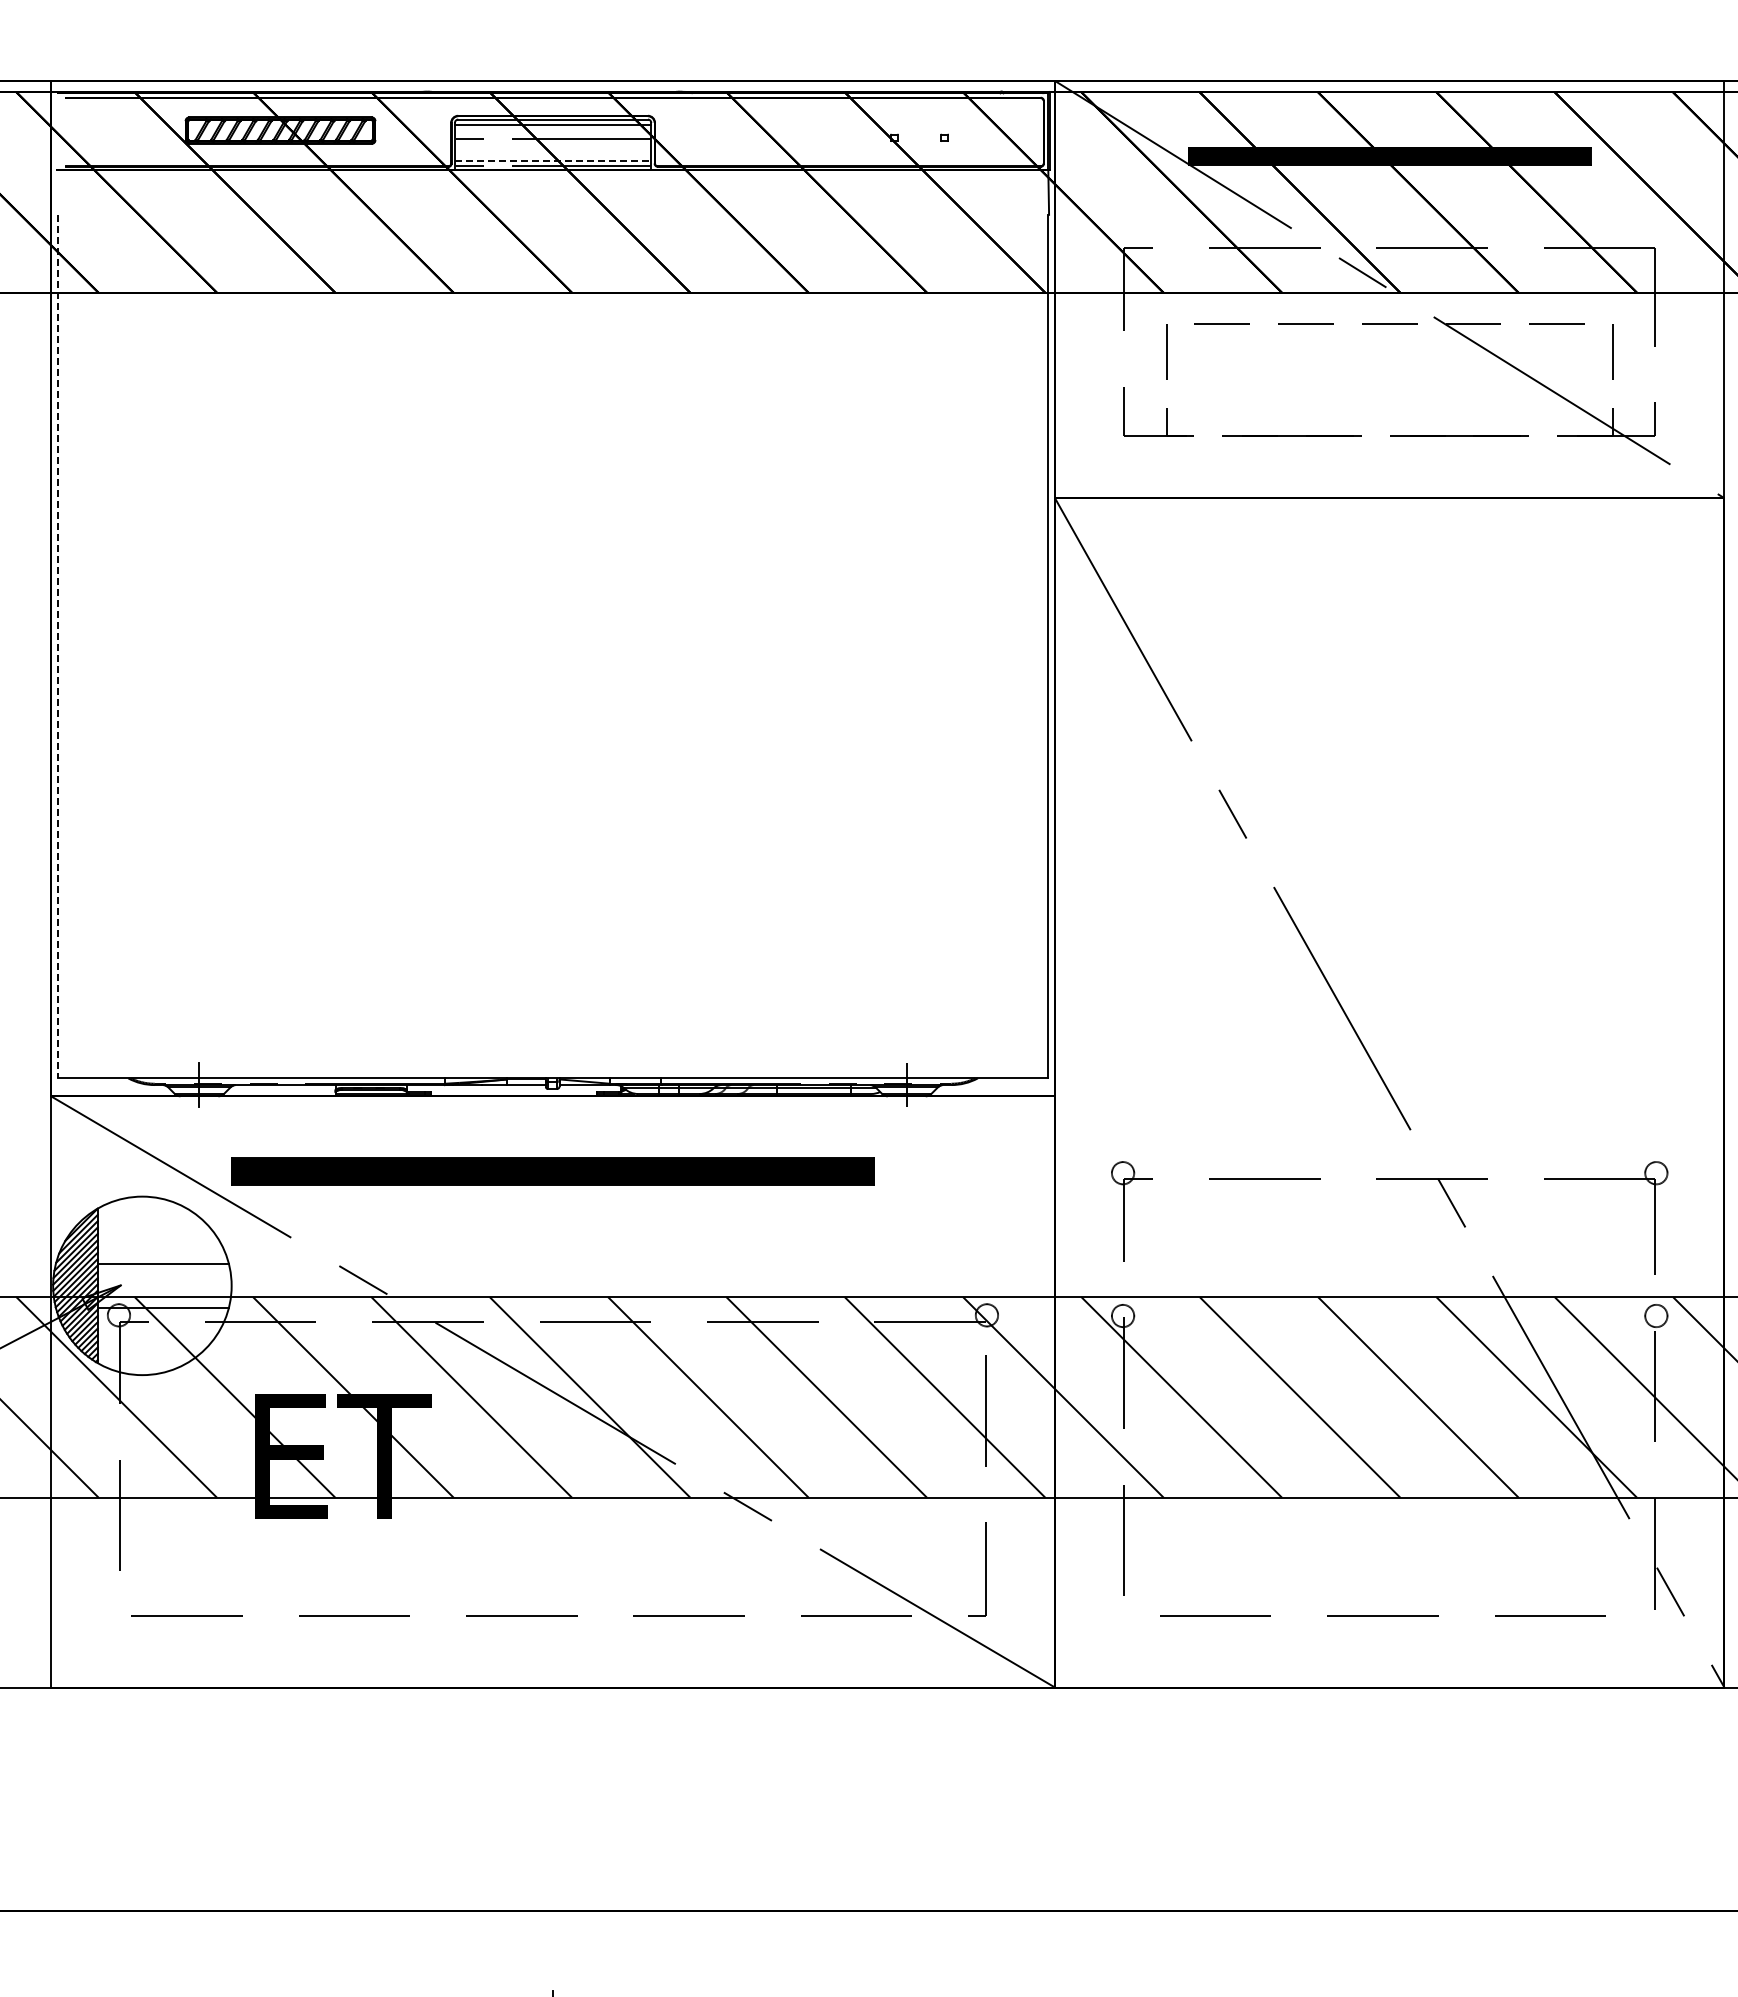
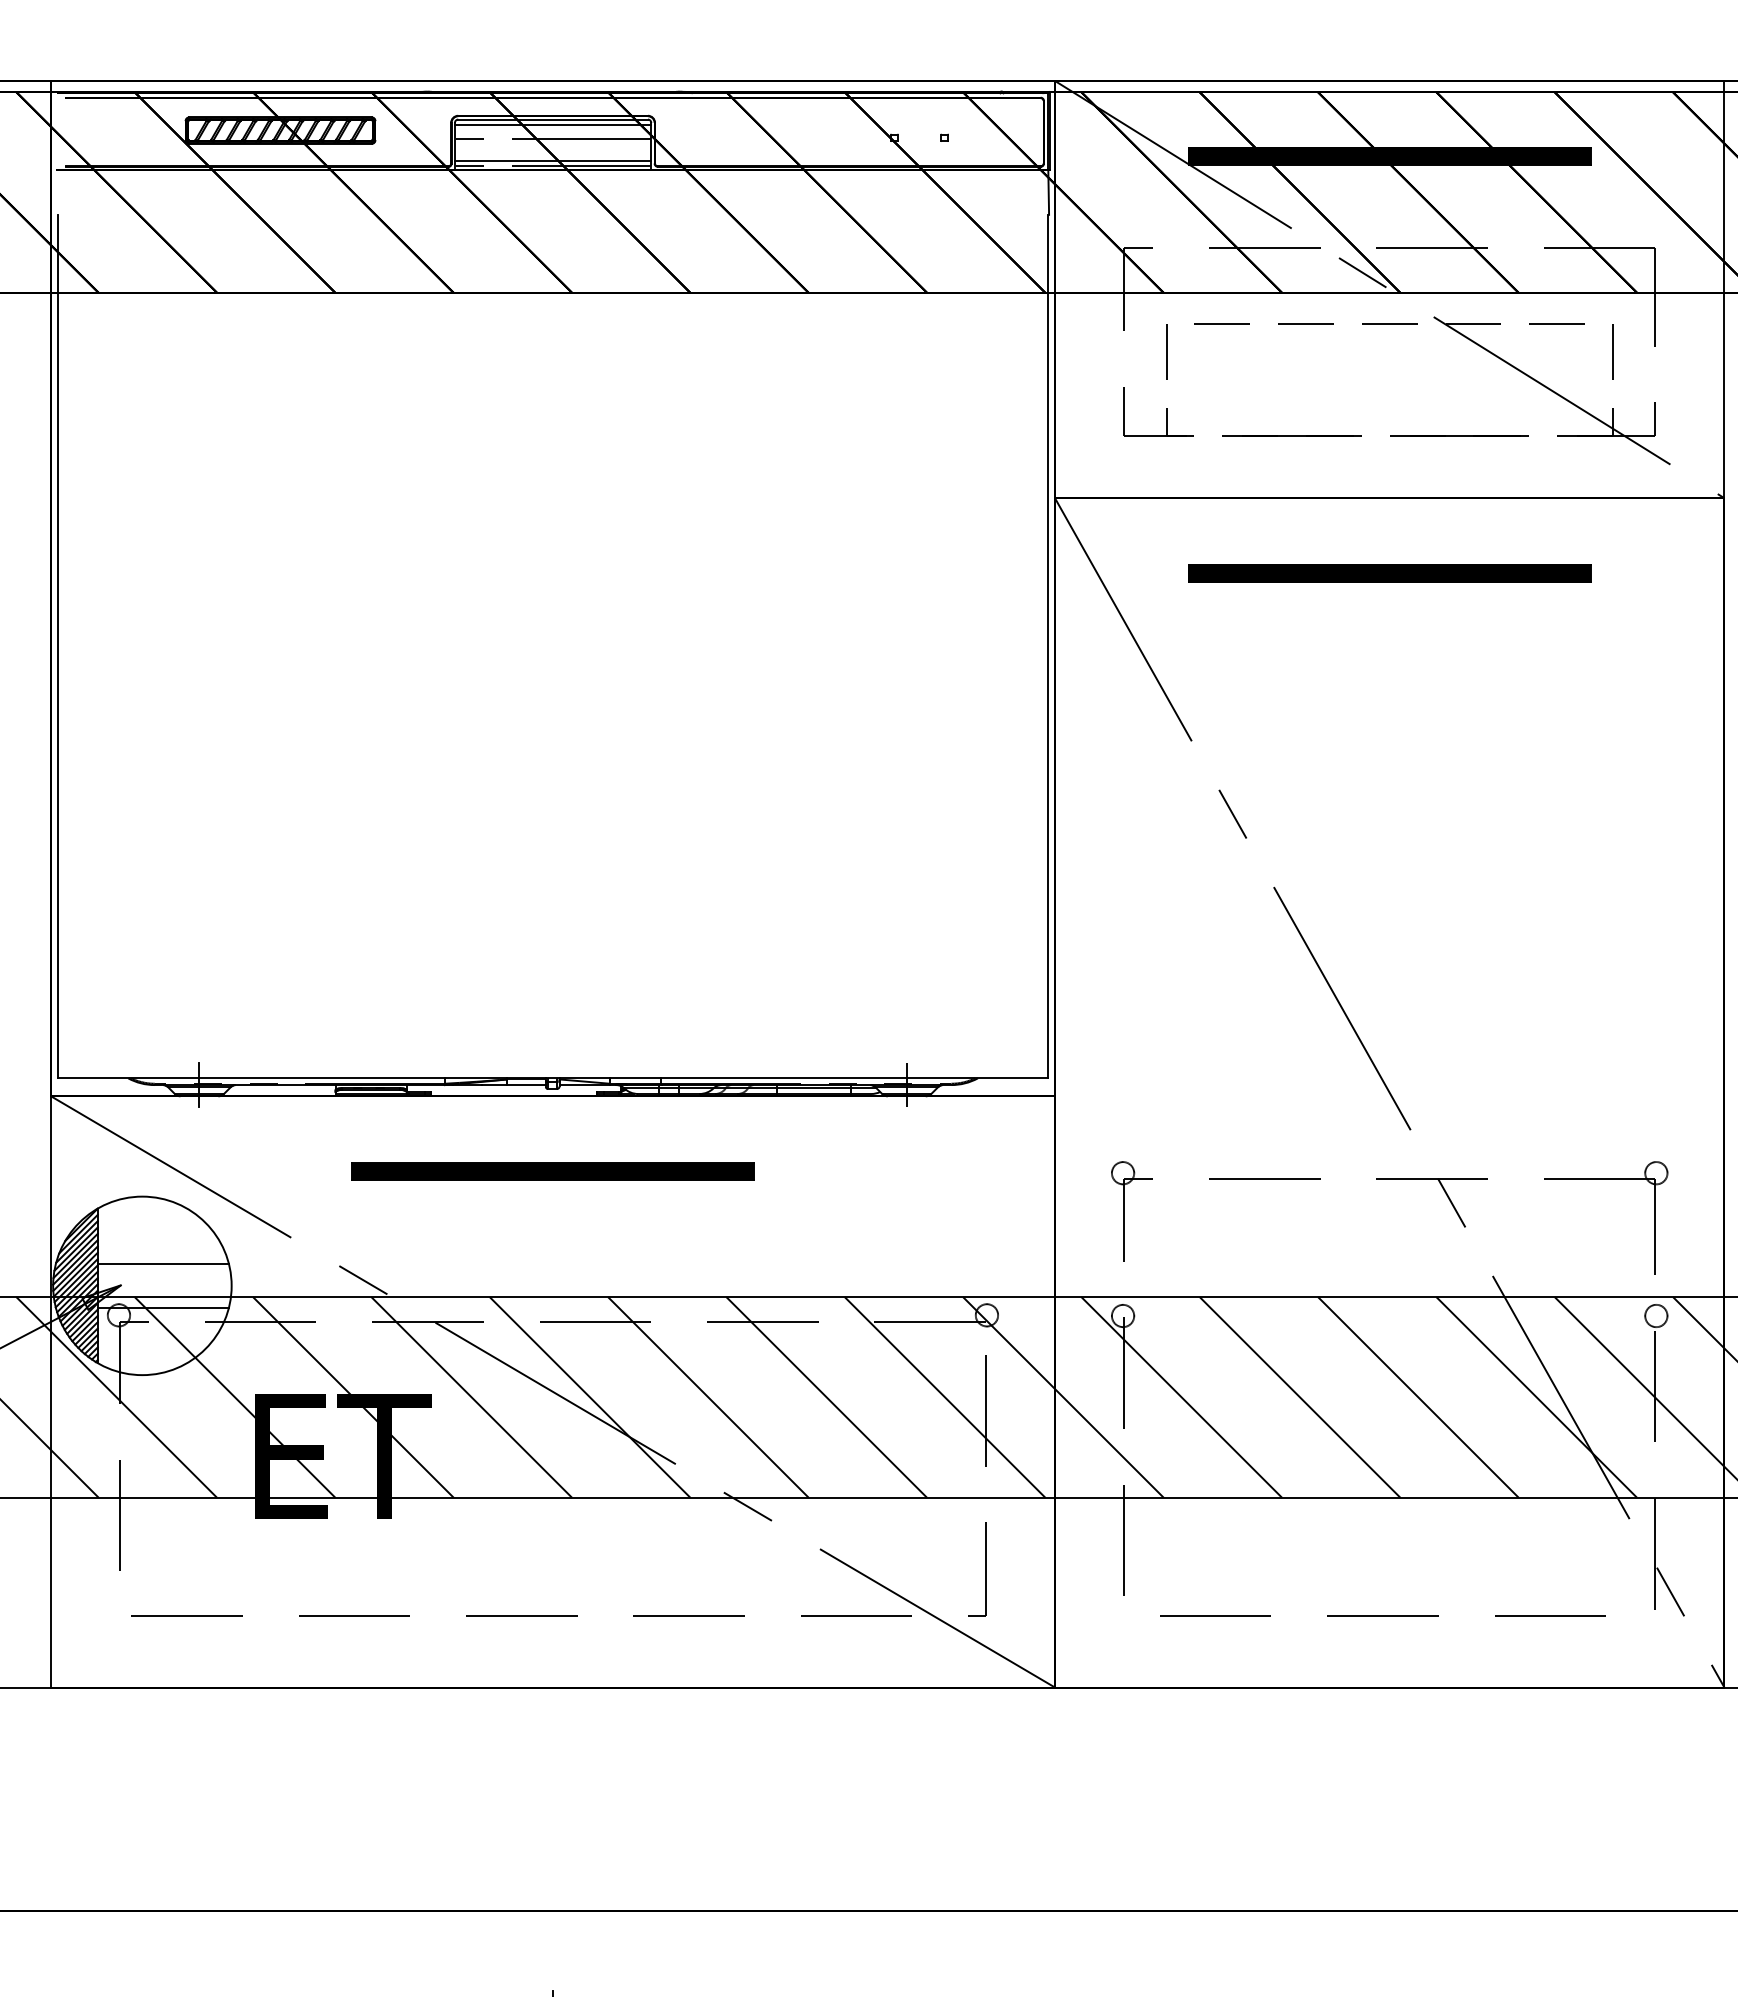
line at (553, 161): dashed -> solid
part at (1389, 573): none -> present
line at (57, 646): dashed -> solid
part at (552, 1171) size: 644x29 px -> 404x19 px
